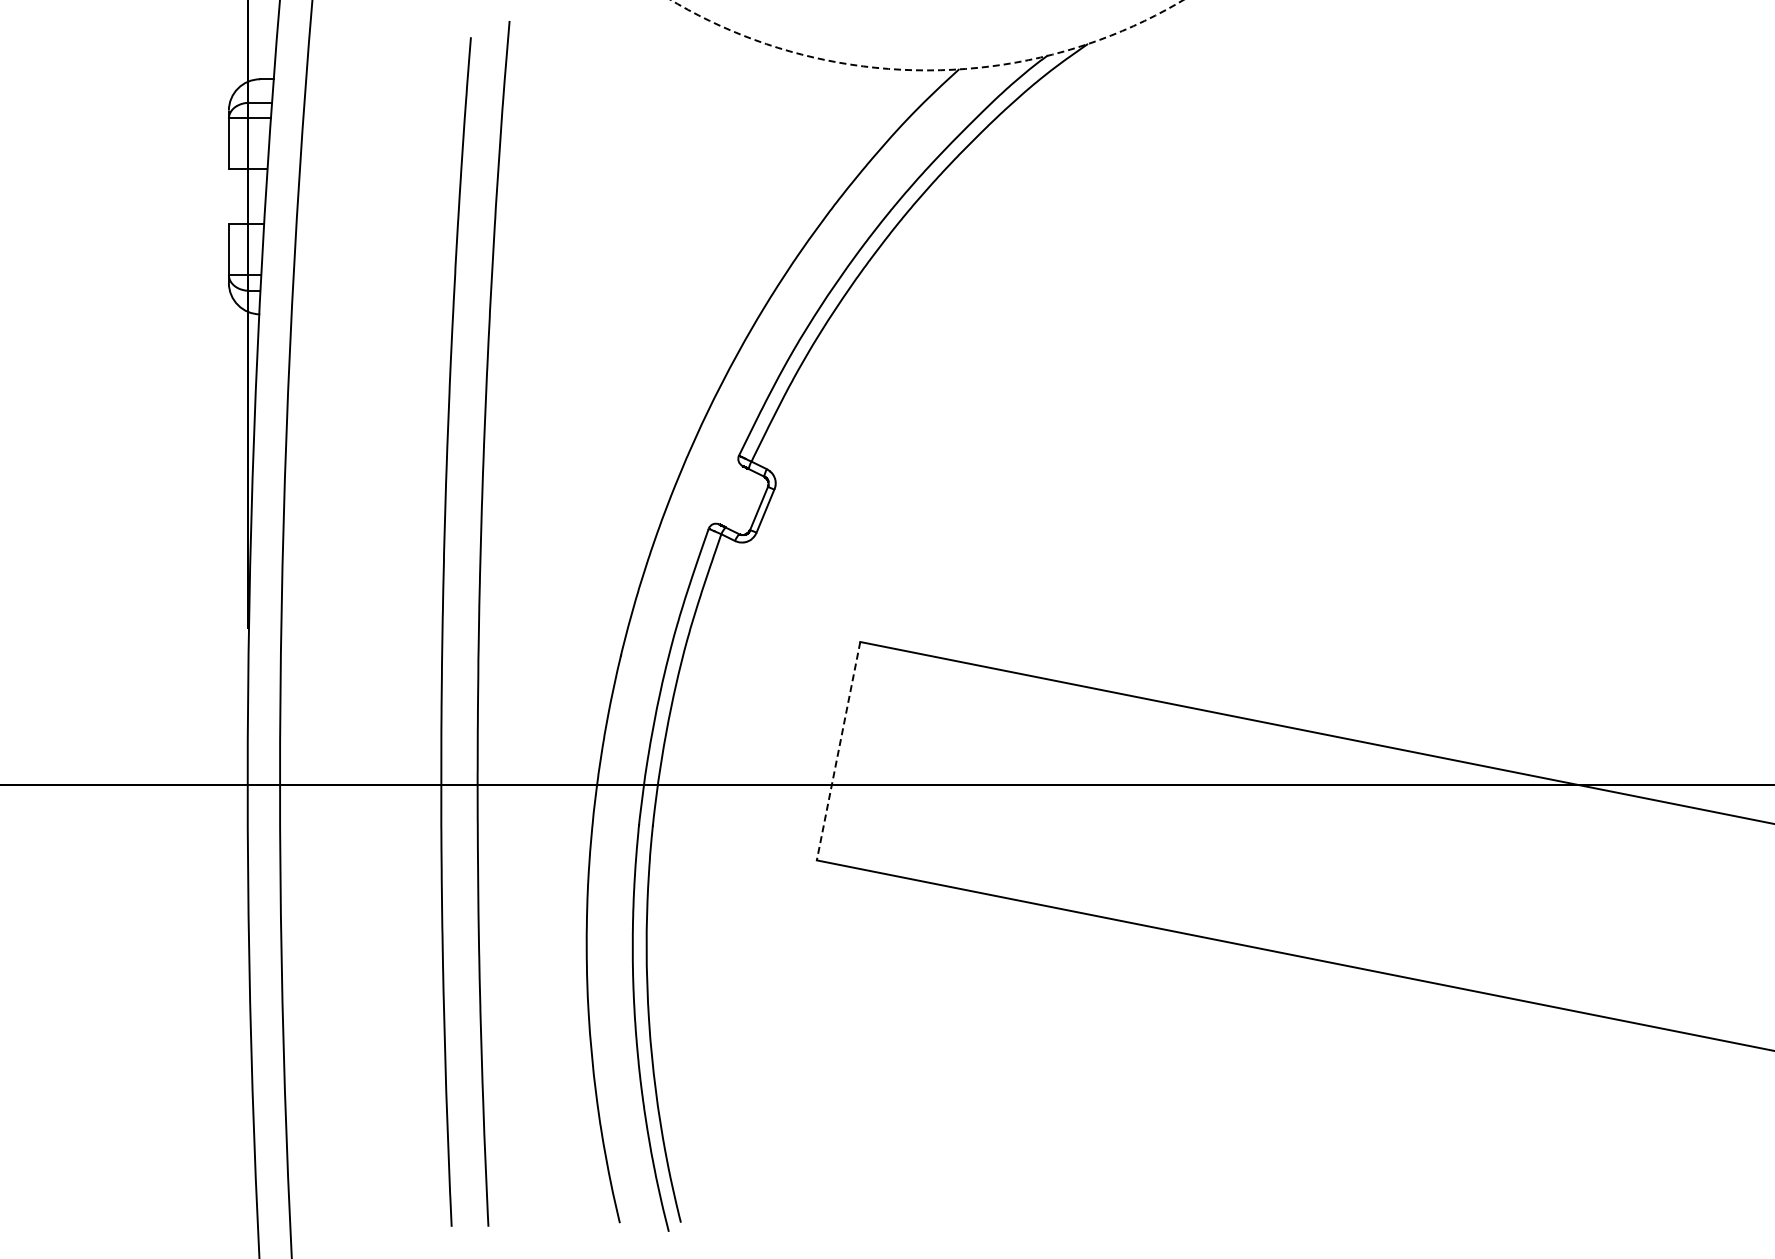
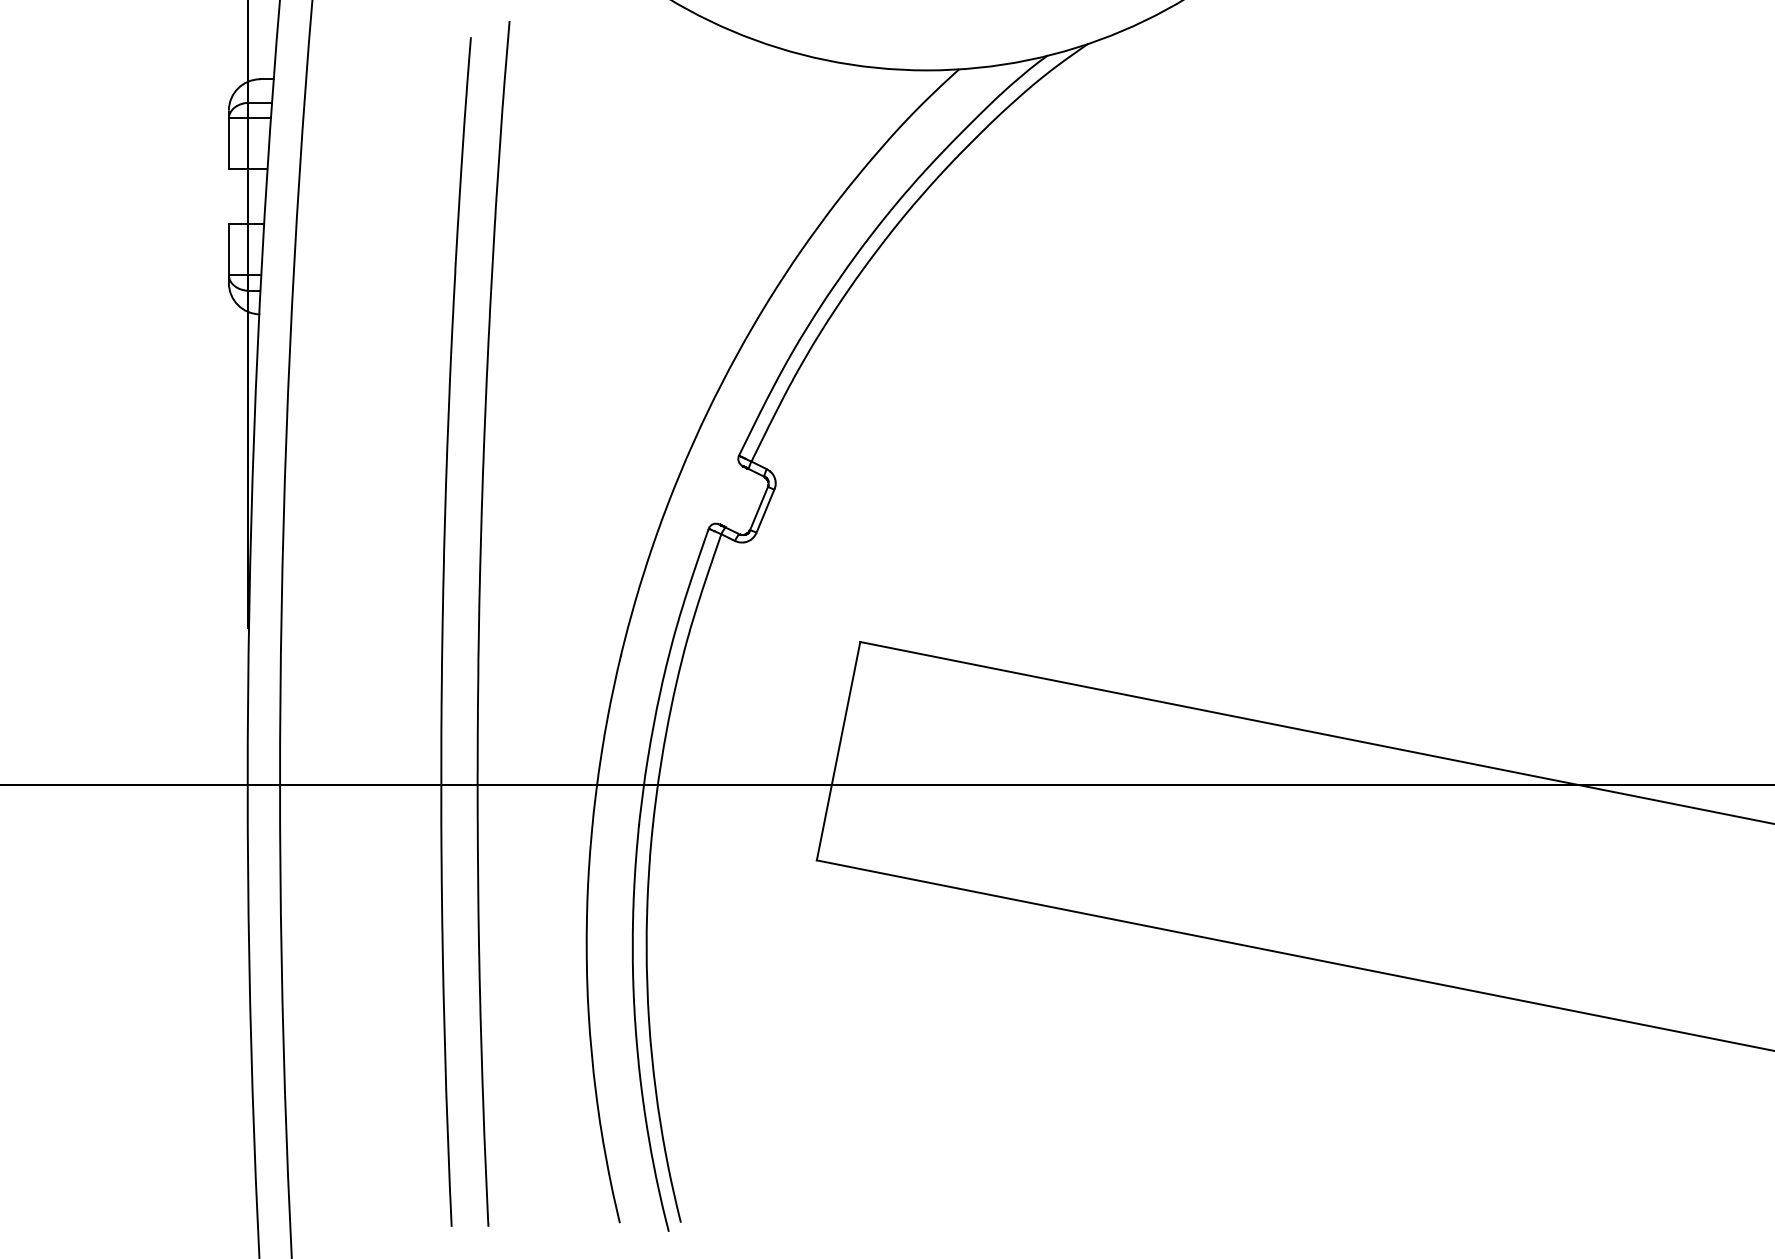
circle at (927, 35): dashed -> solid
line at (838, 751): dashed -> solid
